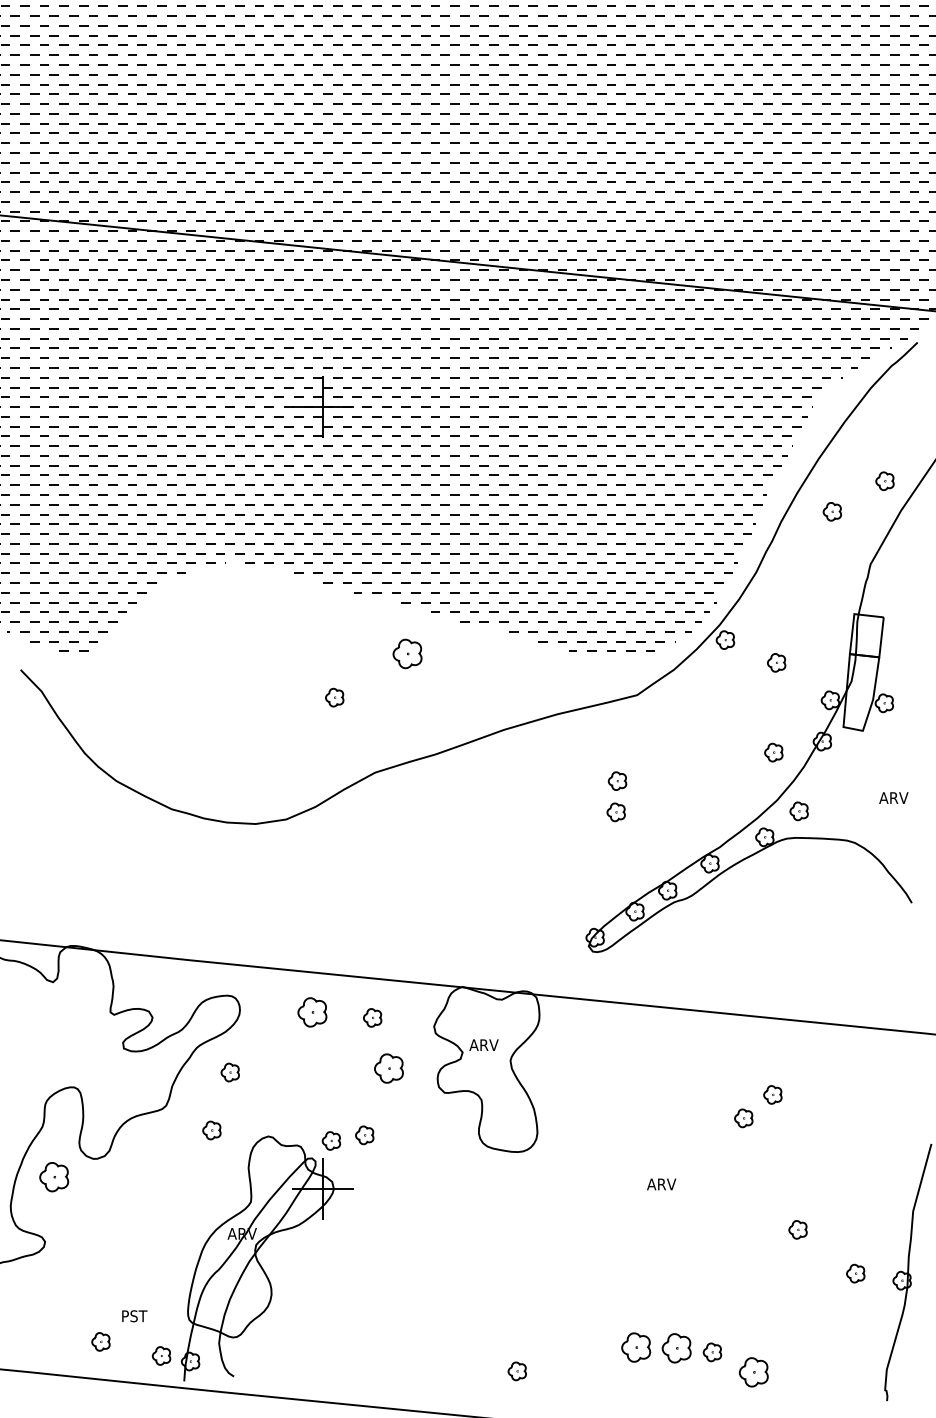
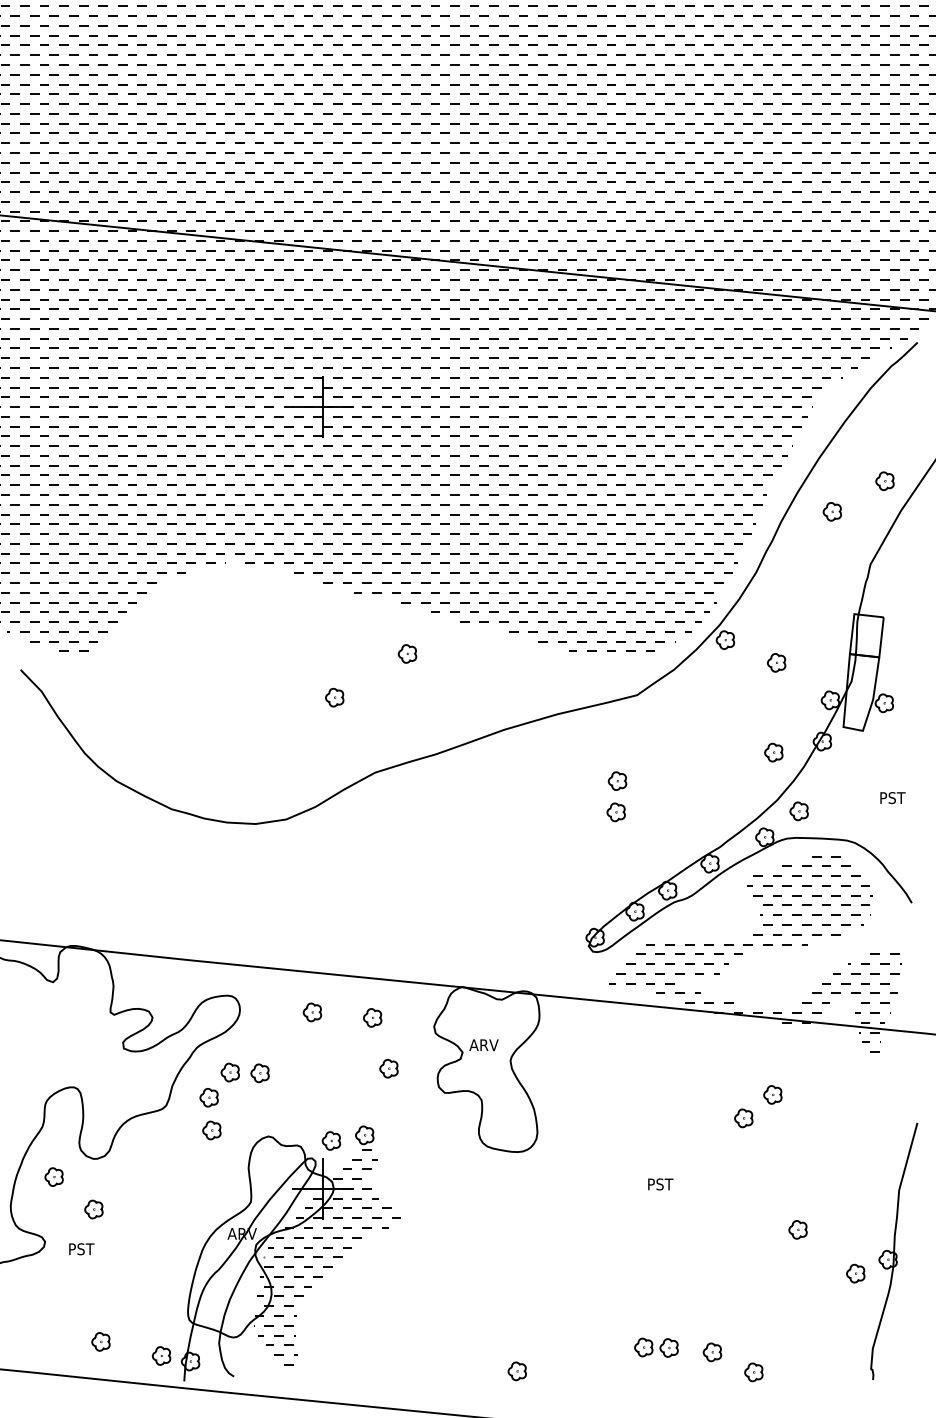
part at (407, 653) size: 31x32 px -> 21x20 px
text at (893, 798): ARV -> PST
hatch at (754, 954): none -> present
part at (312, 1012) size: 31x31 px -> 21x21 px
part at (388, 1068) size: 30x31 px -> 20x20 px
part at (259, 1073): none -> present
part at (208, 1097): none -> present
part at (54, 1177) size: 31x31 px -> 20x20 px
text at (661, 1184): ARV -> PST
part at (93, 1209): none -> present
hatch at (327, 1256): none -> present
part at (908, 1271) position: (908, 1271) -> (894, 1250)
text at (134, 1316) position: (134, 1316) -> (81, 1249)
part at (656, 1347) size: 71x32 px -> 45x21 px
part at (753, 1372) size: 31x31 px -> 20x21 px
